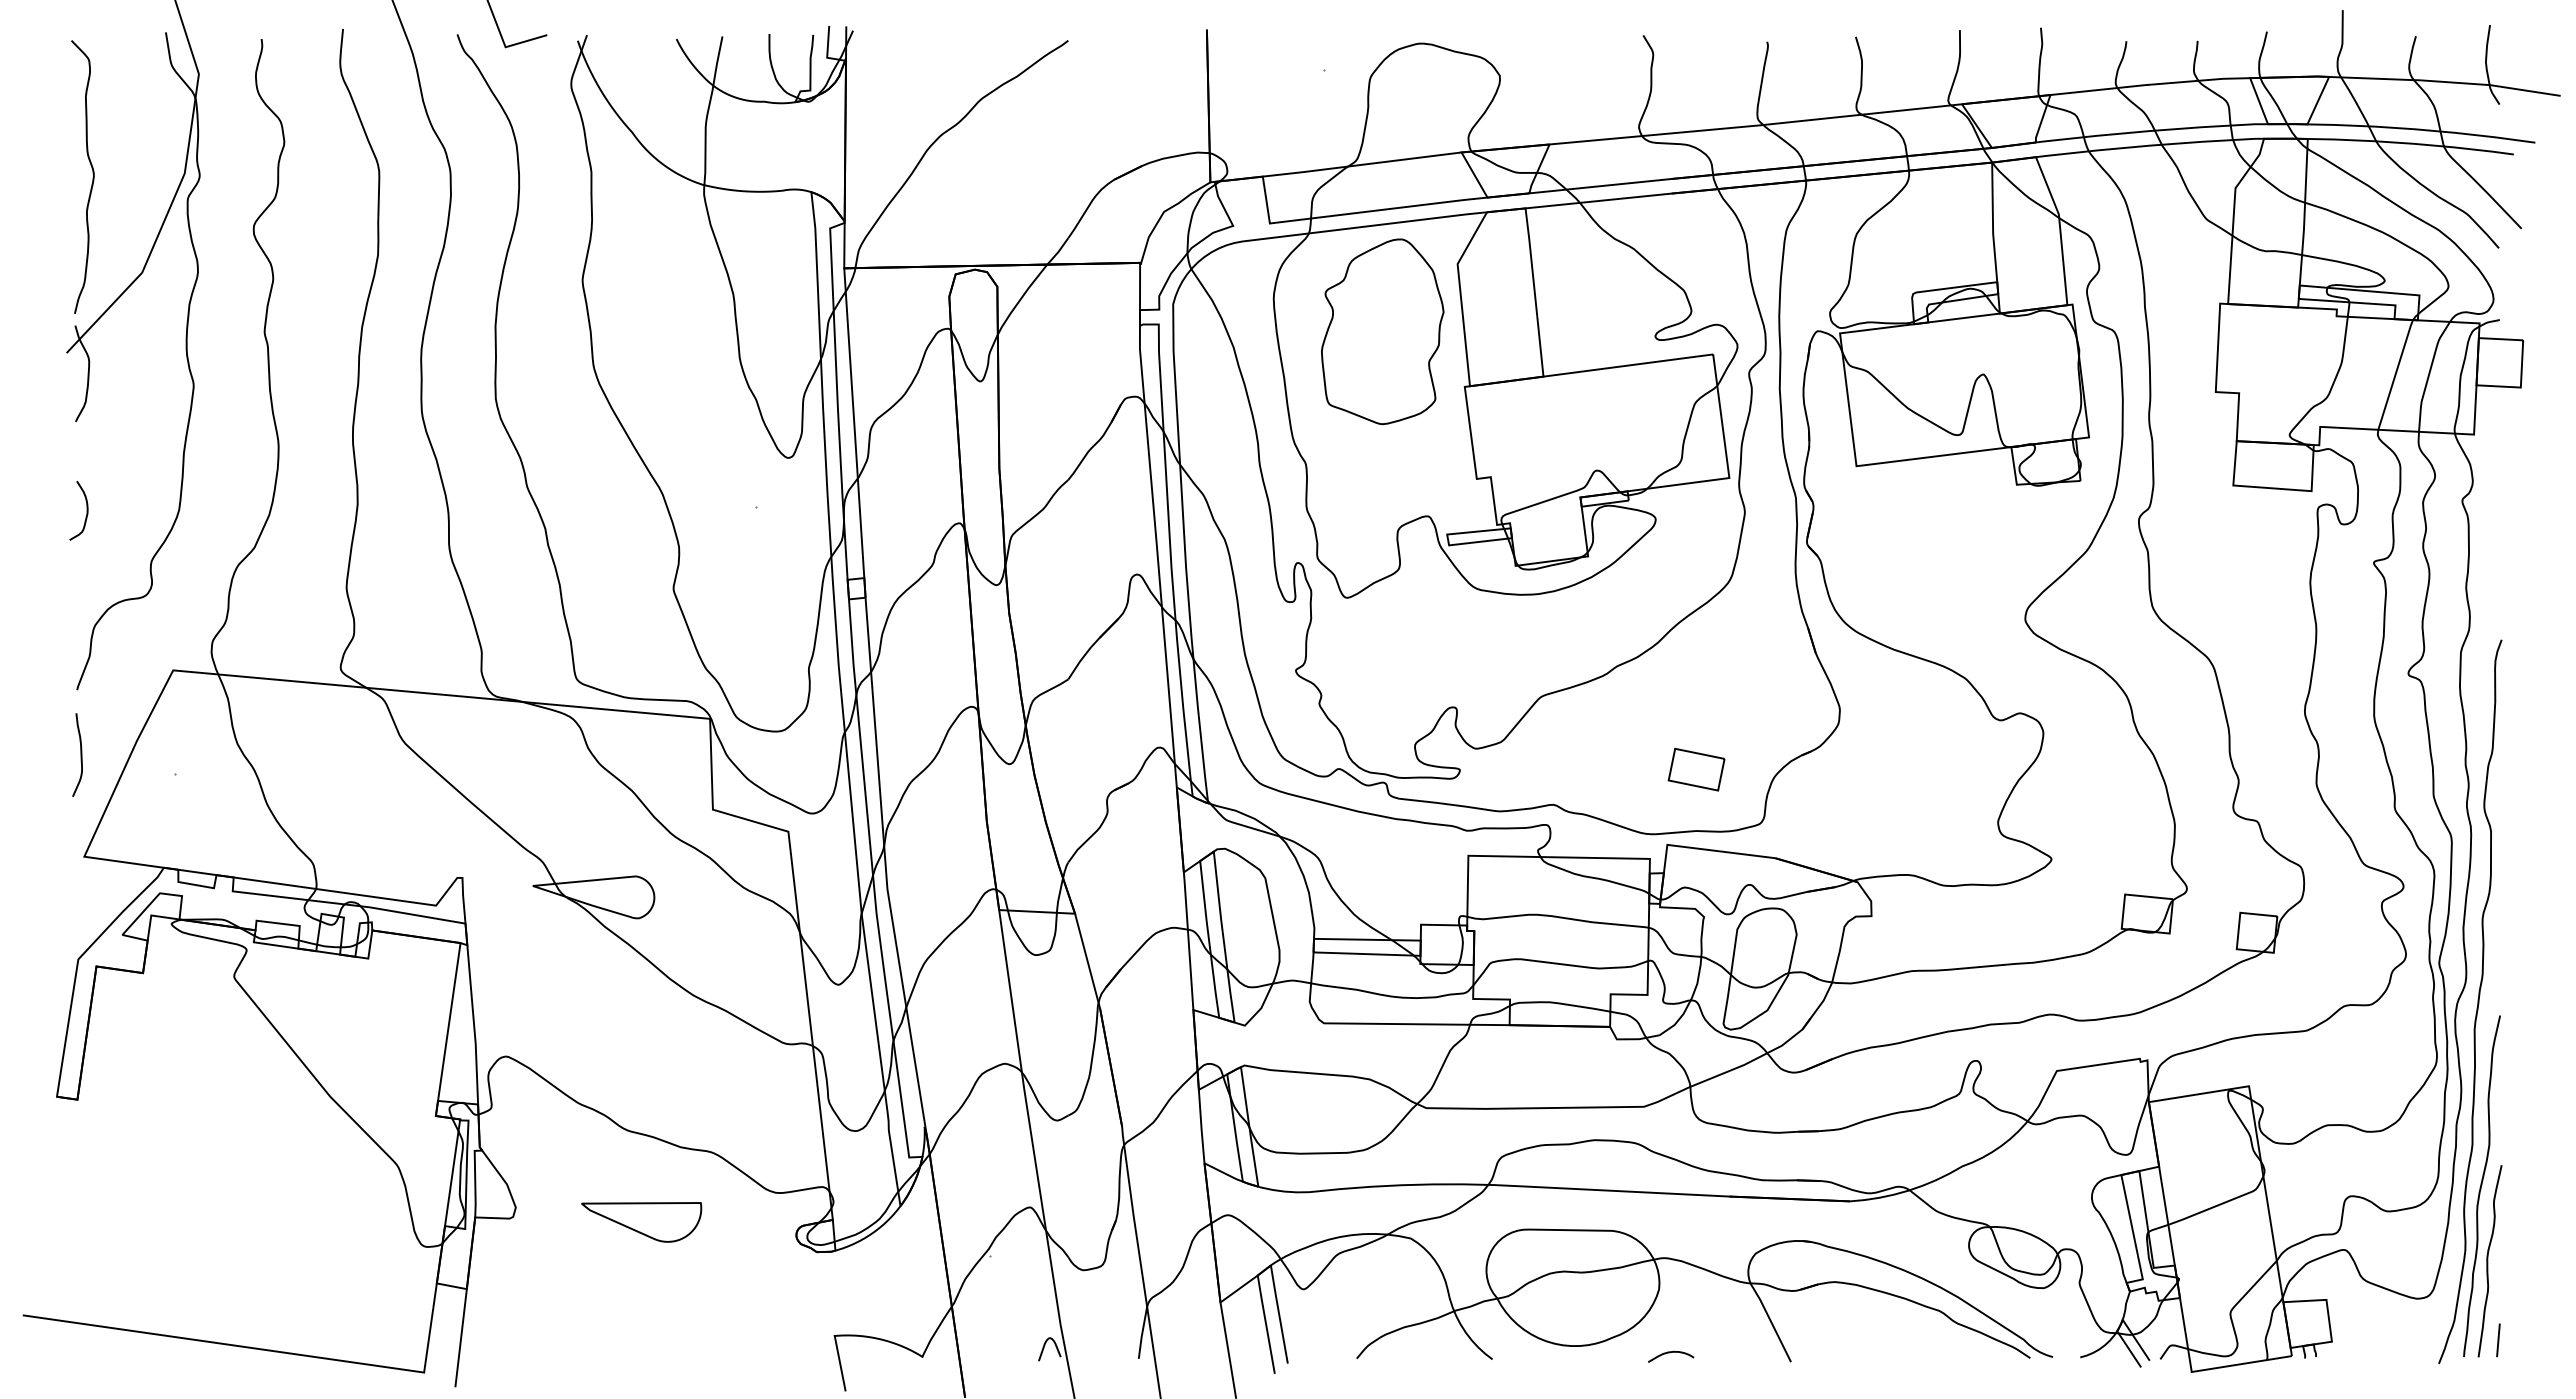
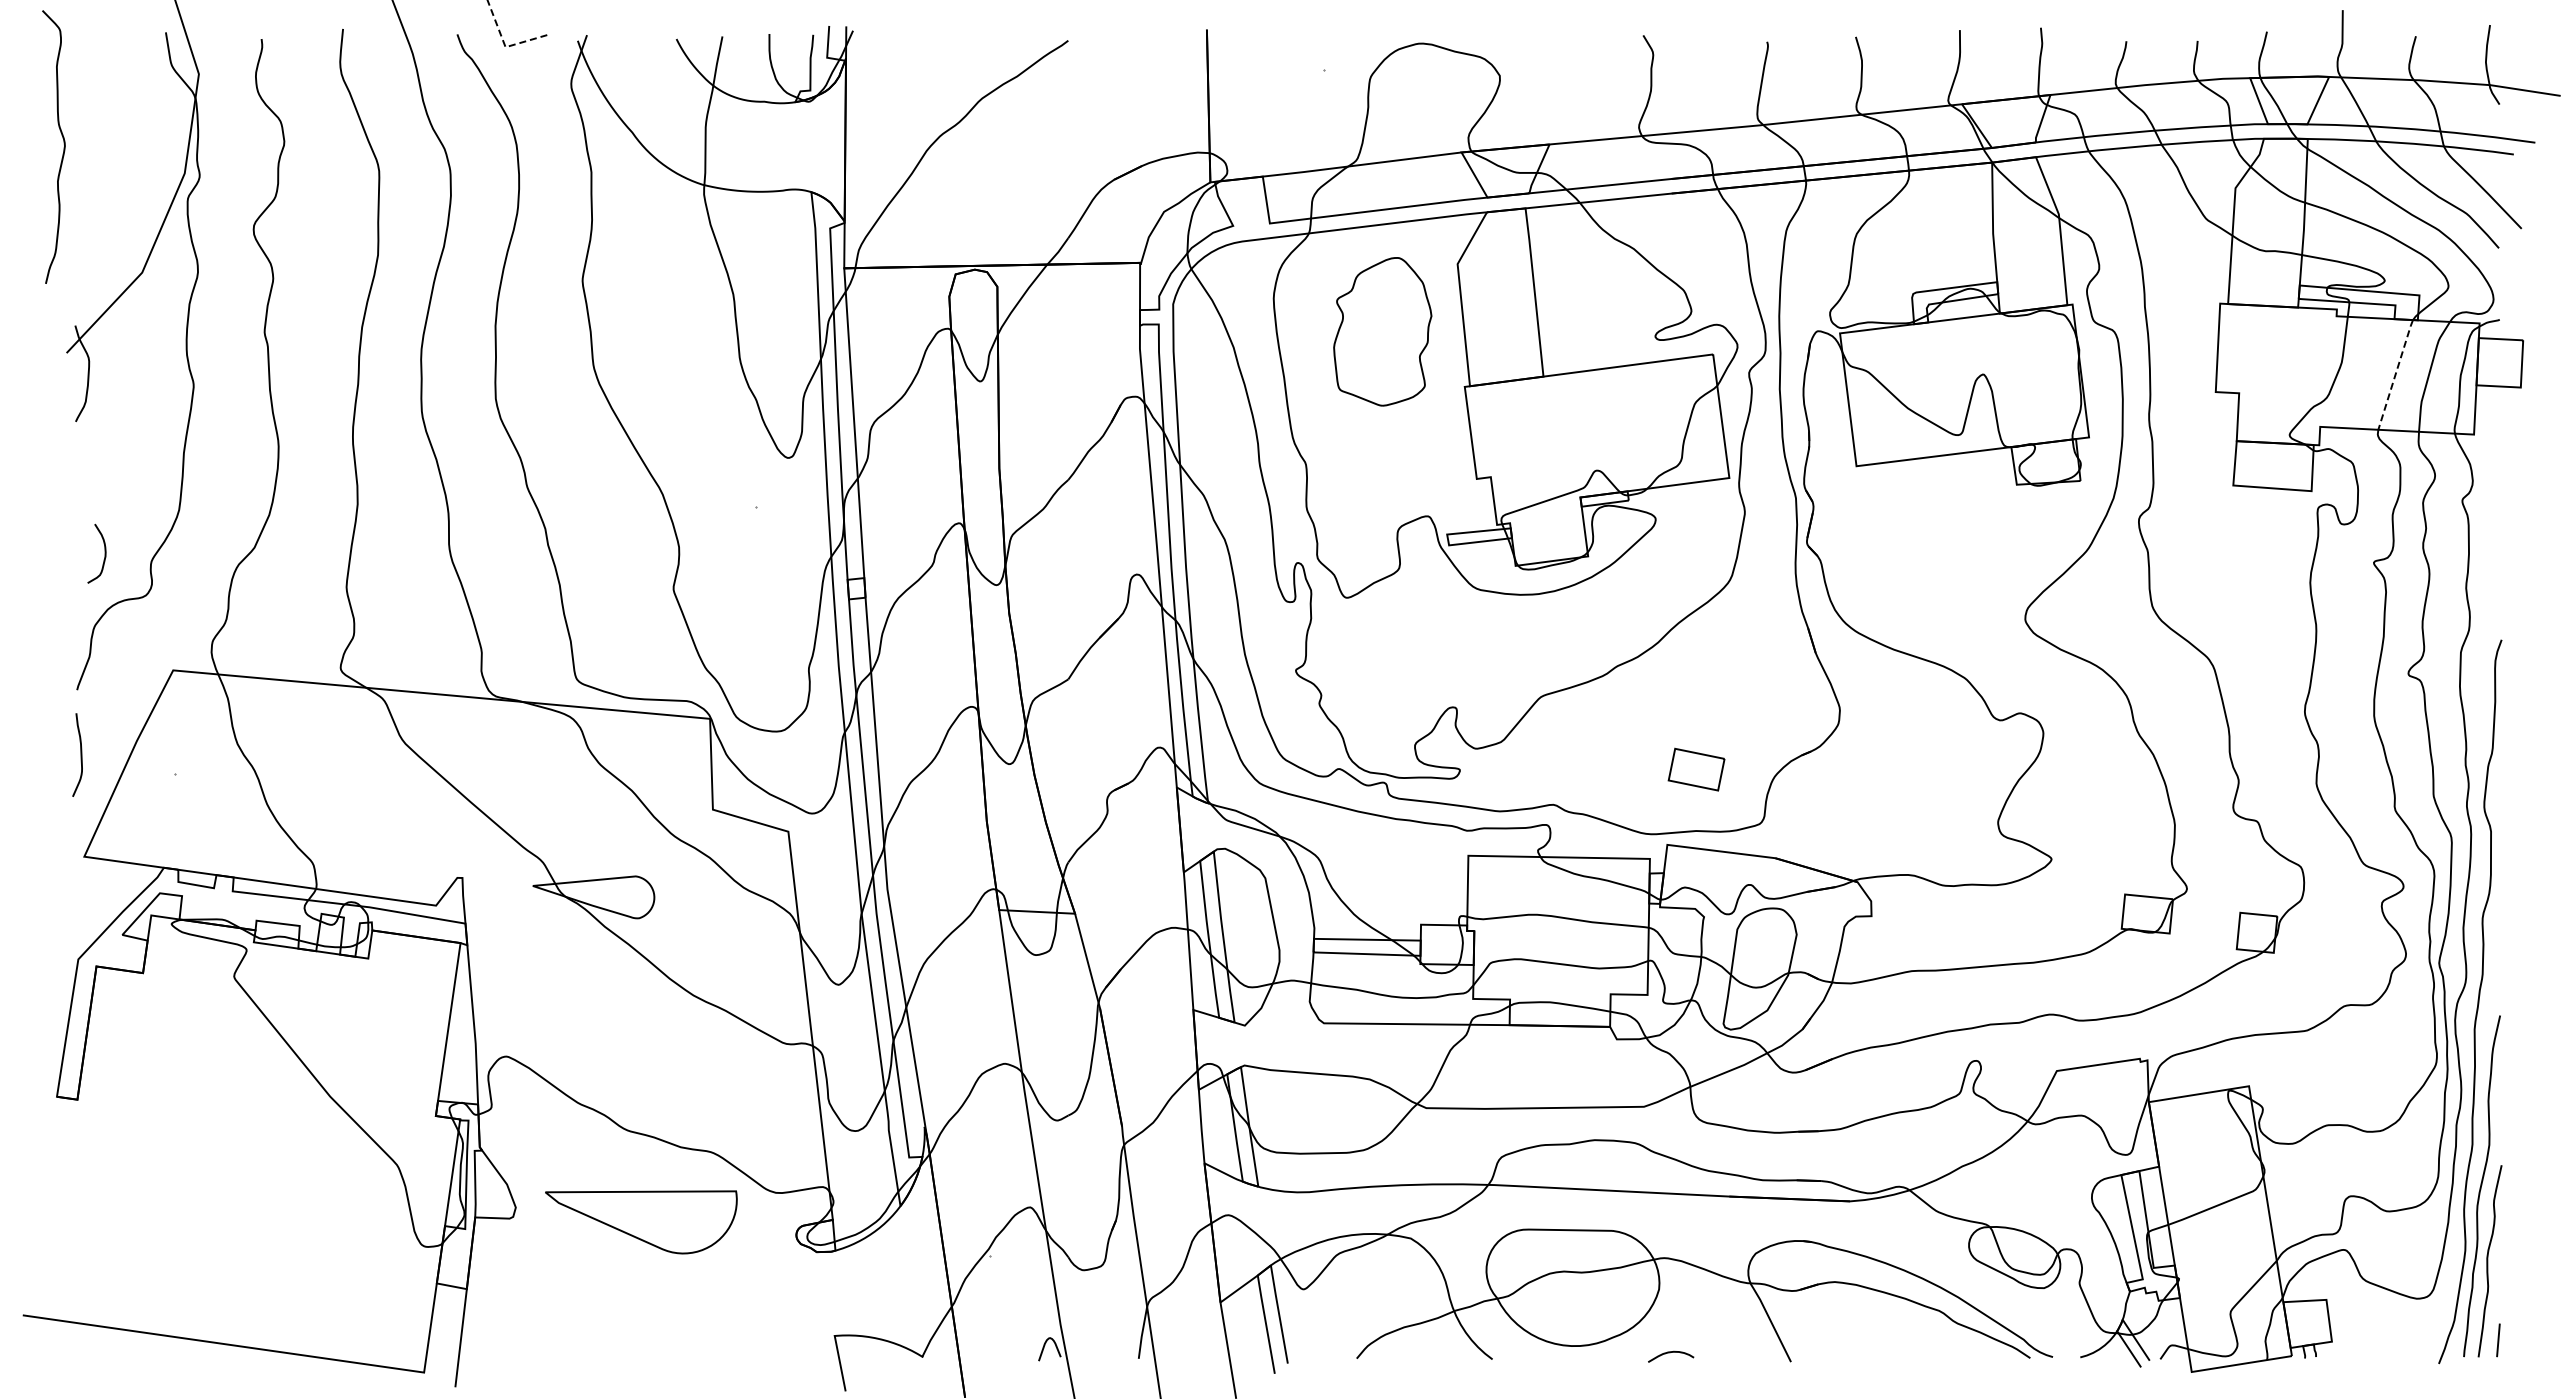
line at (504, 44): solid -> dashed
curve at (92, 177) position: (92, 177) -> (63, 147)
part at (1382, 331) size: 124x188 px -> 100x150 px
line at (2395, 374): solid -> dashed
curve at (86, 510) position: (86, 510) -> (104, 553)
part at (641, 1222) size: 122x41 px -> 193x65 px
